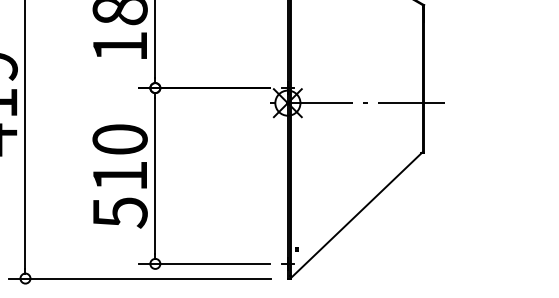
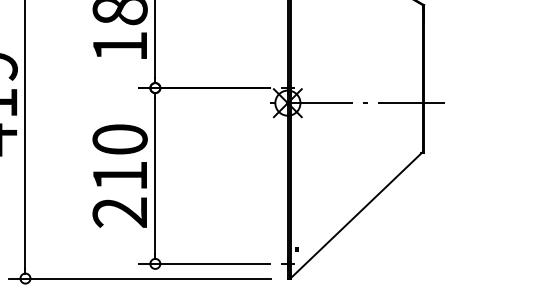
text at (119, 212): 510 -> 210
